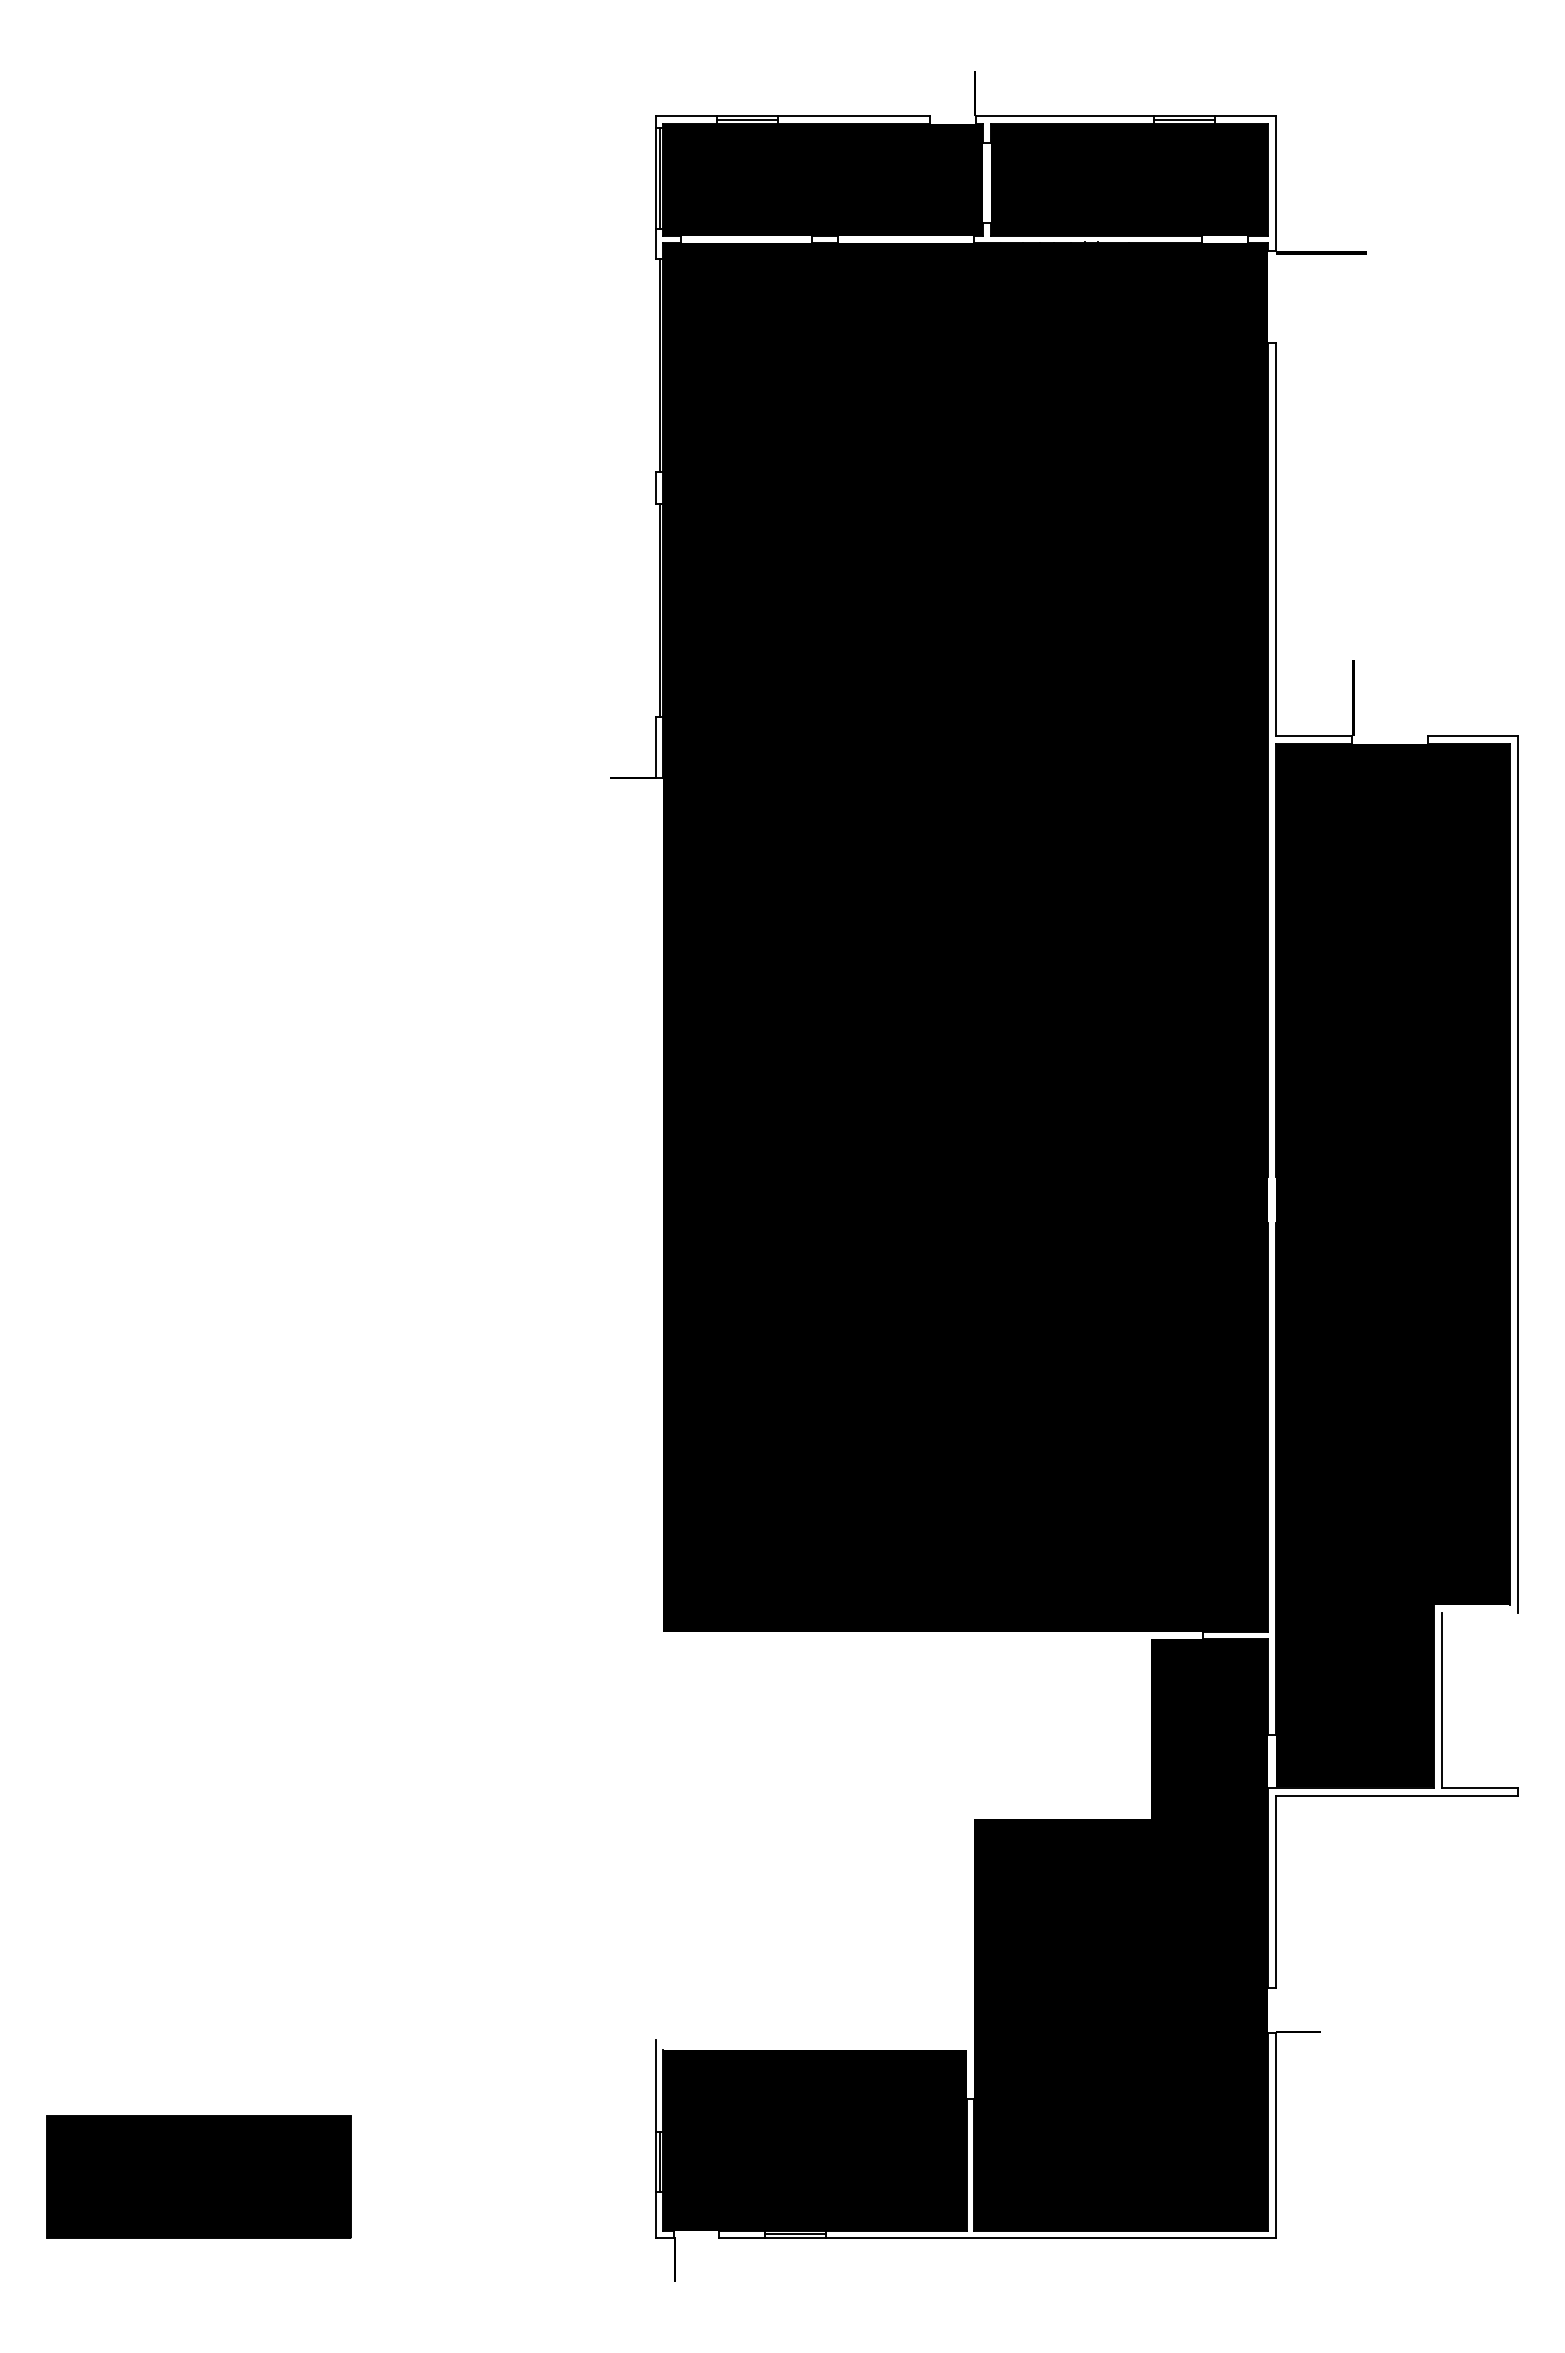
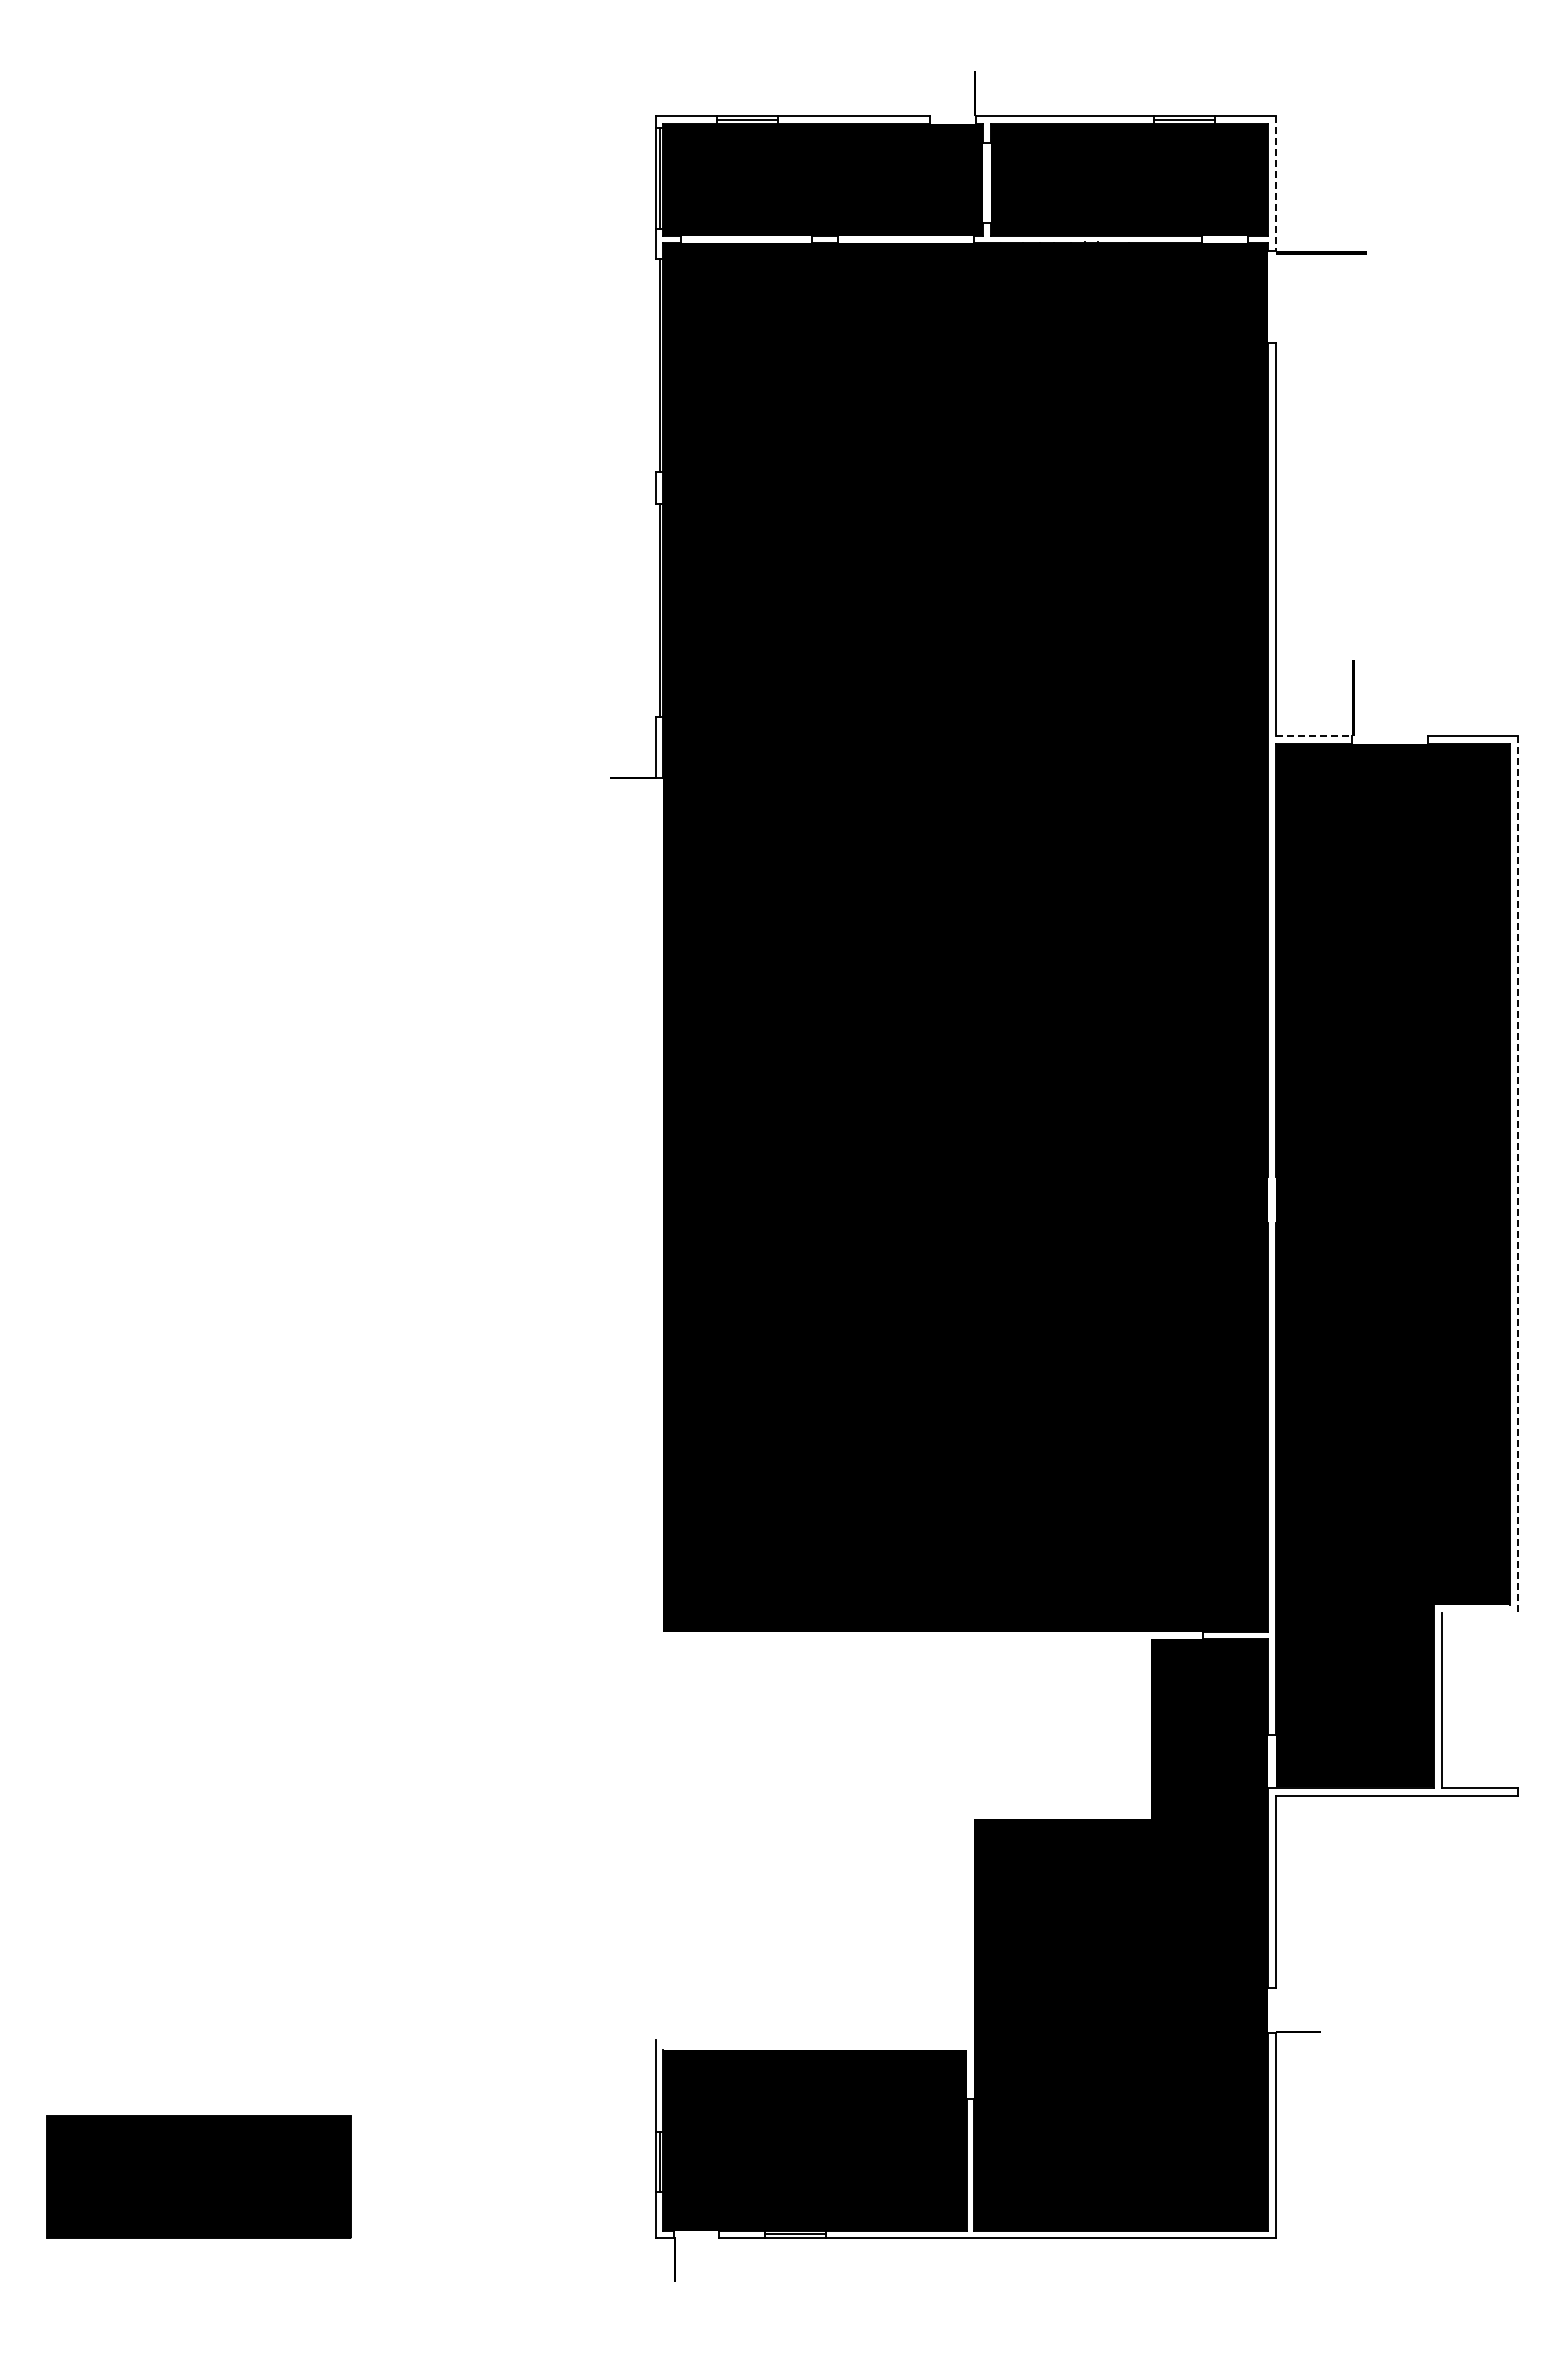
line at (1275, 184): solid -> dashed
line at (1314, 736): solid -> dashed
line at (1518, 1175): solid -> dashed
